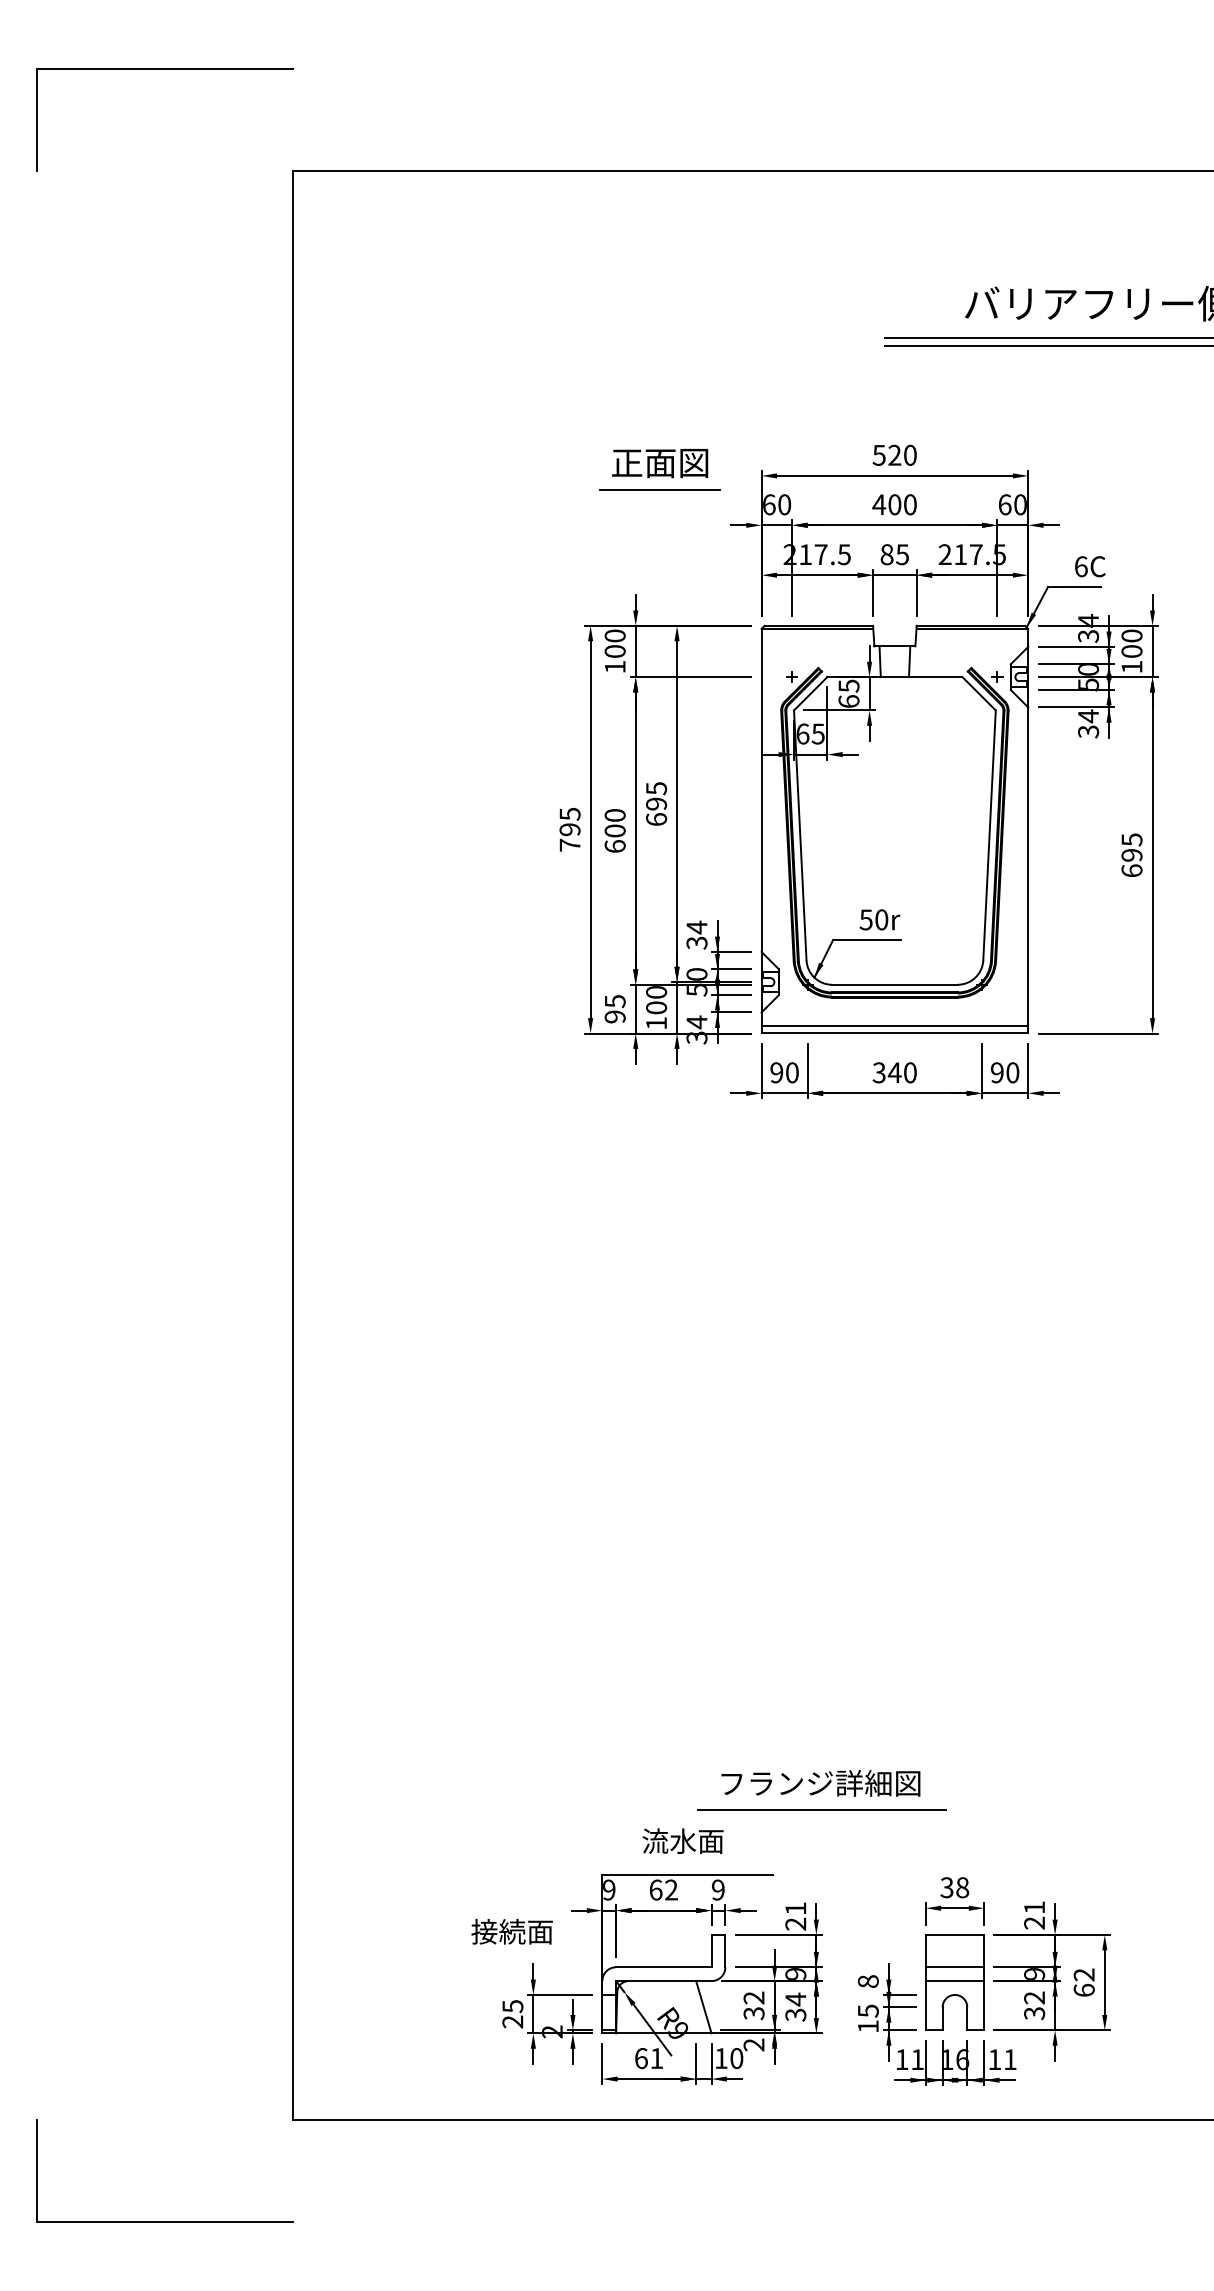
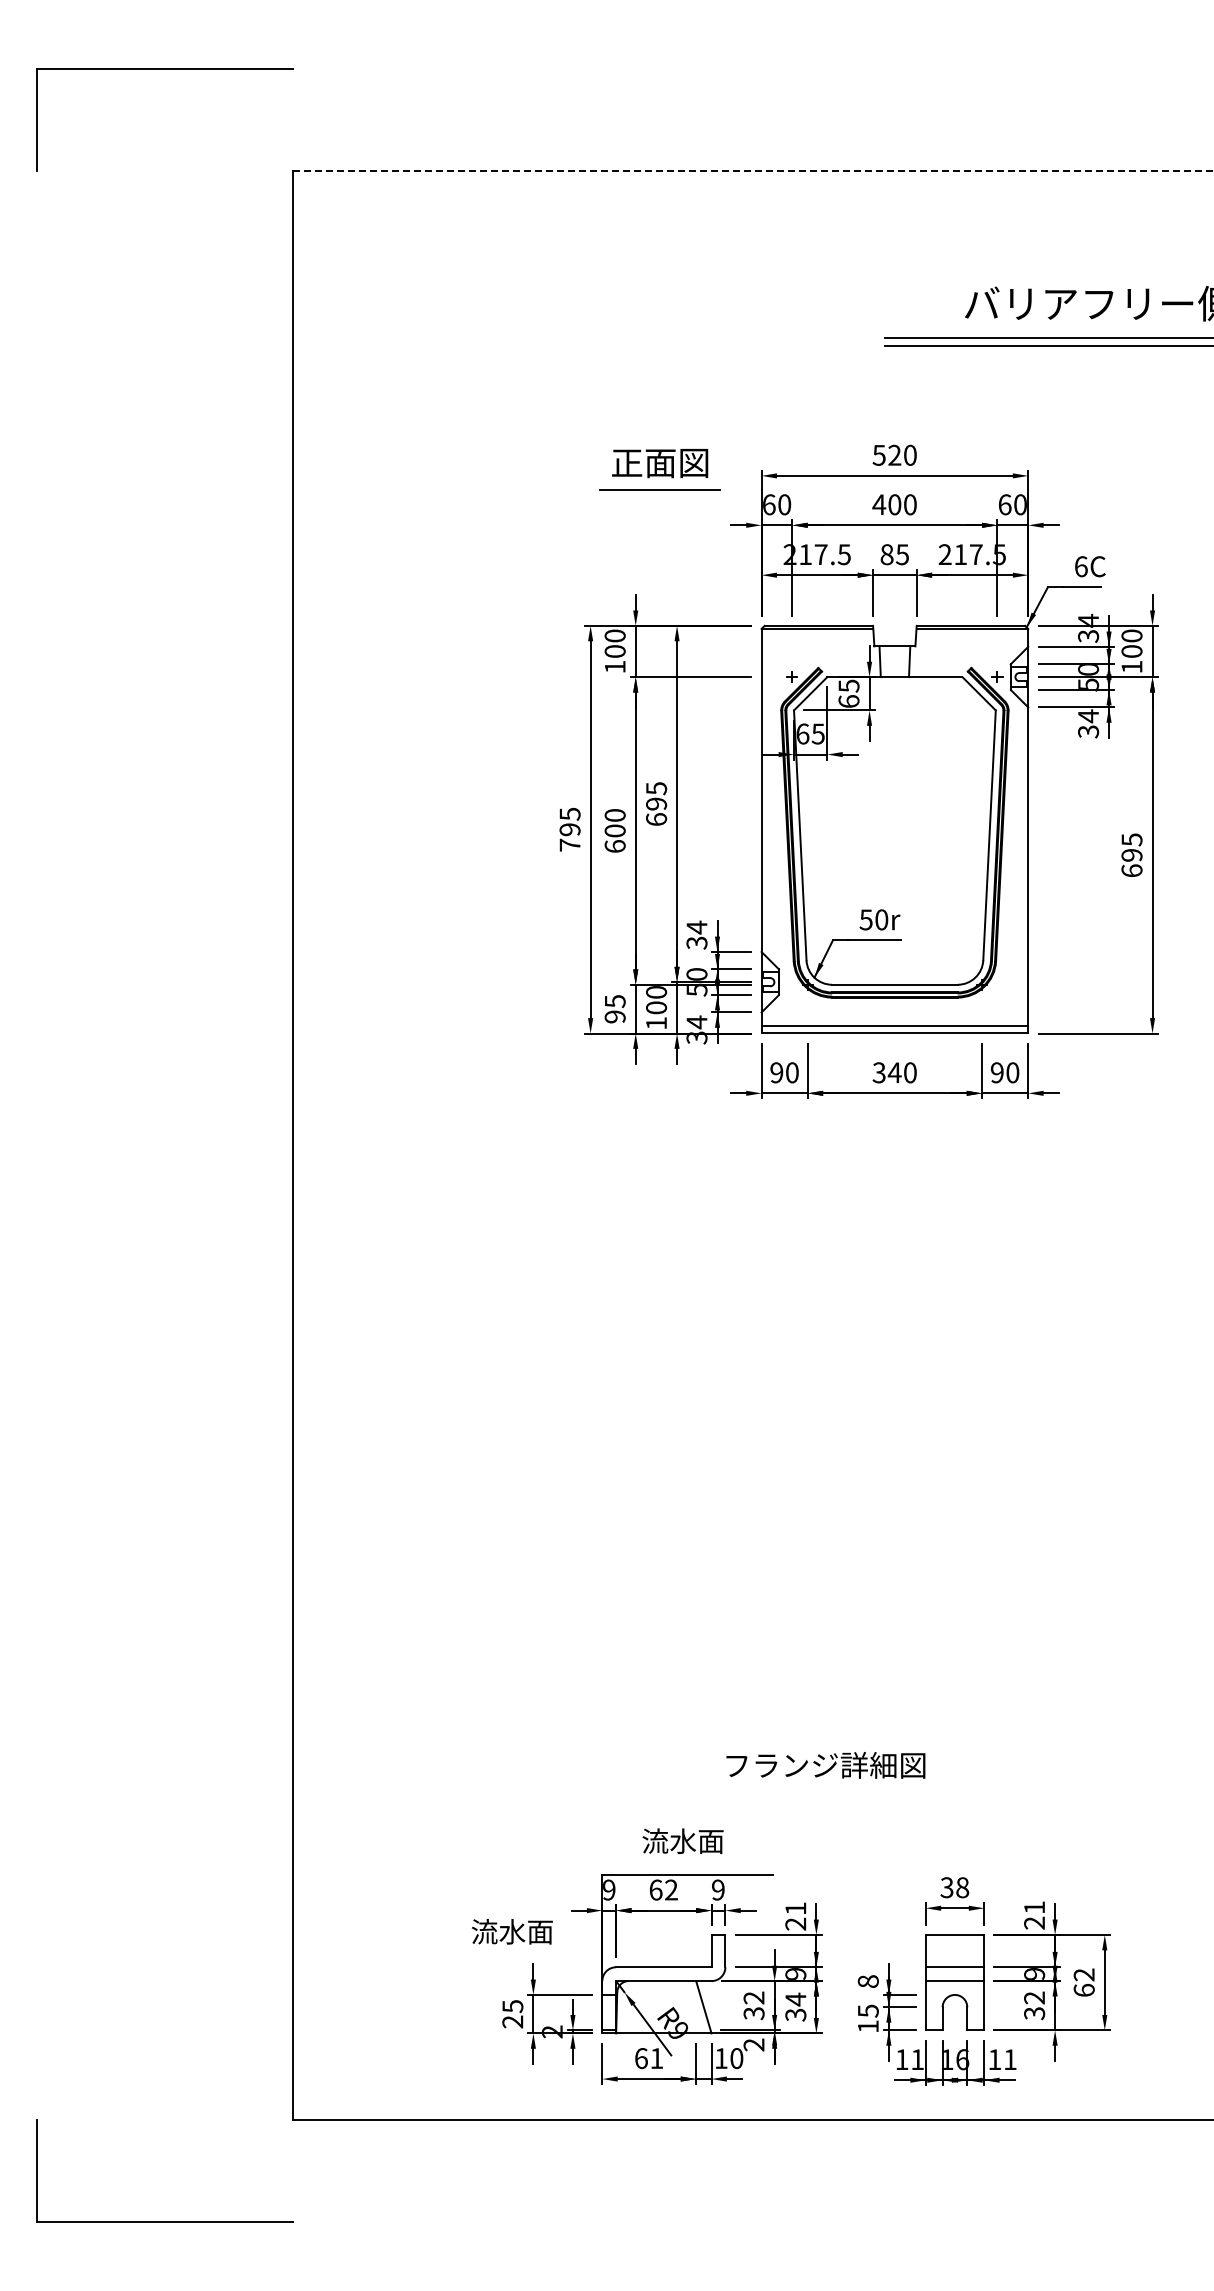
line at (753, 171): solid -> dashed
text at (820, 1783) position: (820, 1783) -> (825, 1765)
line at (821, 1809): present -> none
text at (498, 1931): 接続面 -> 流水面
